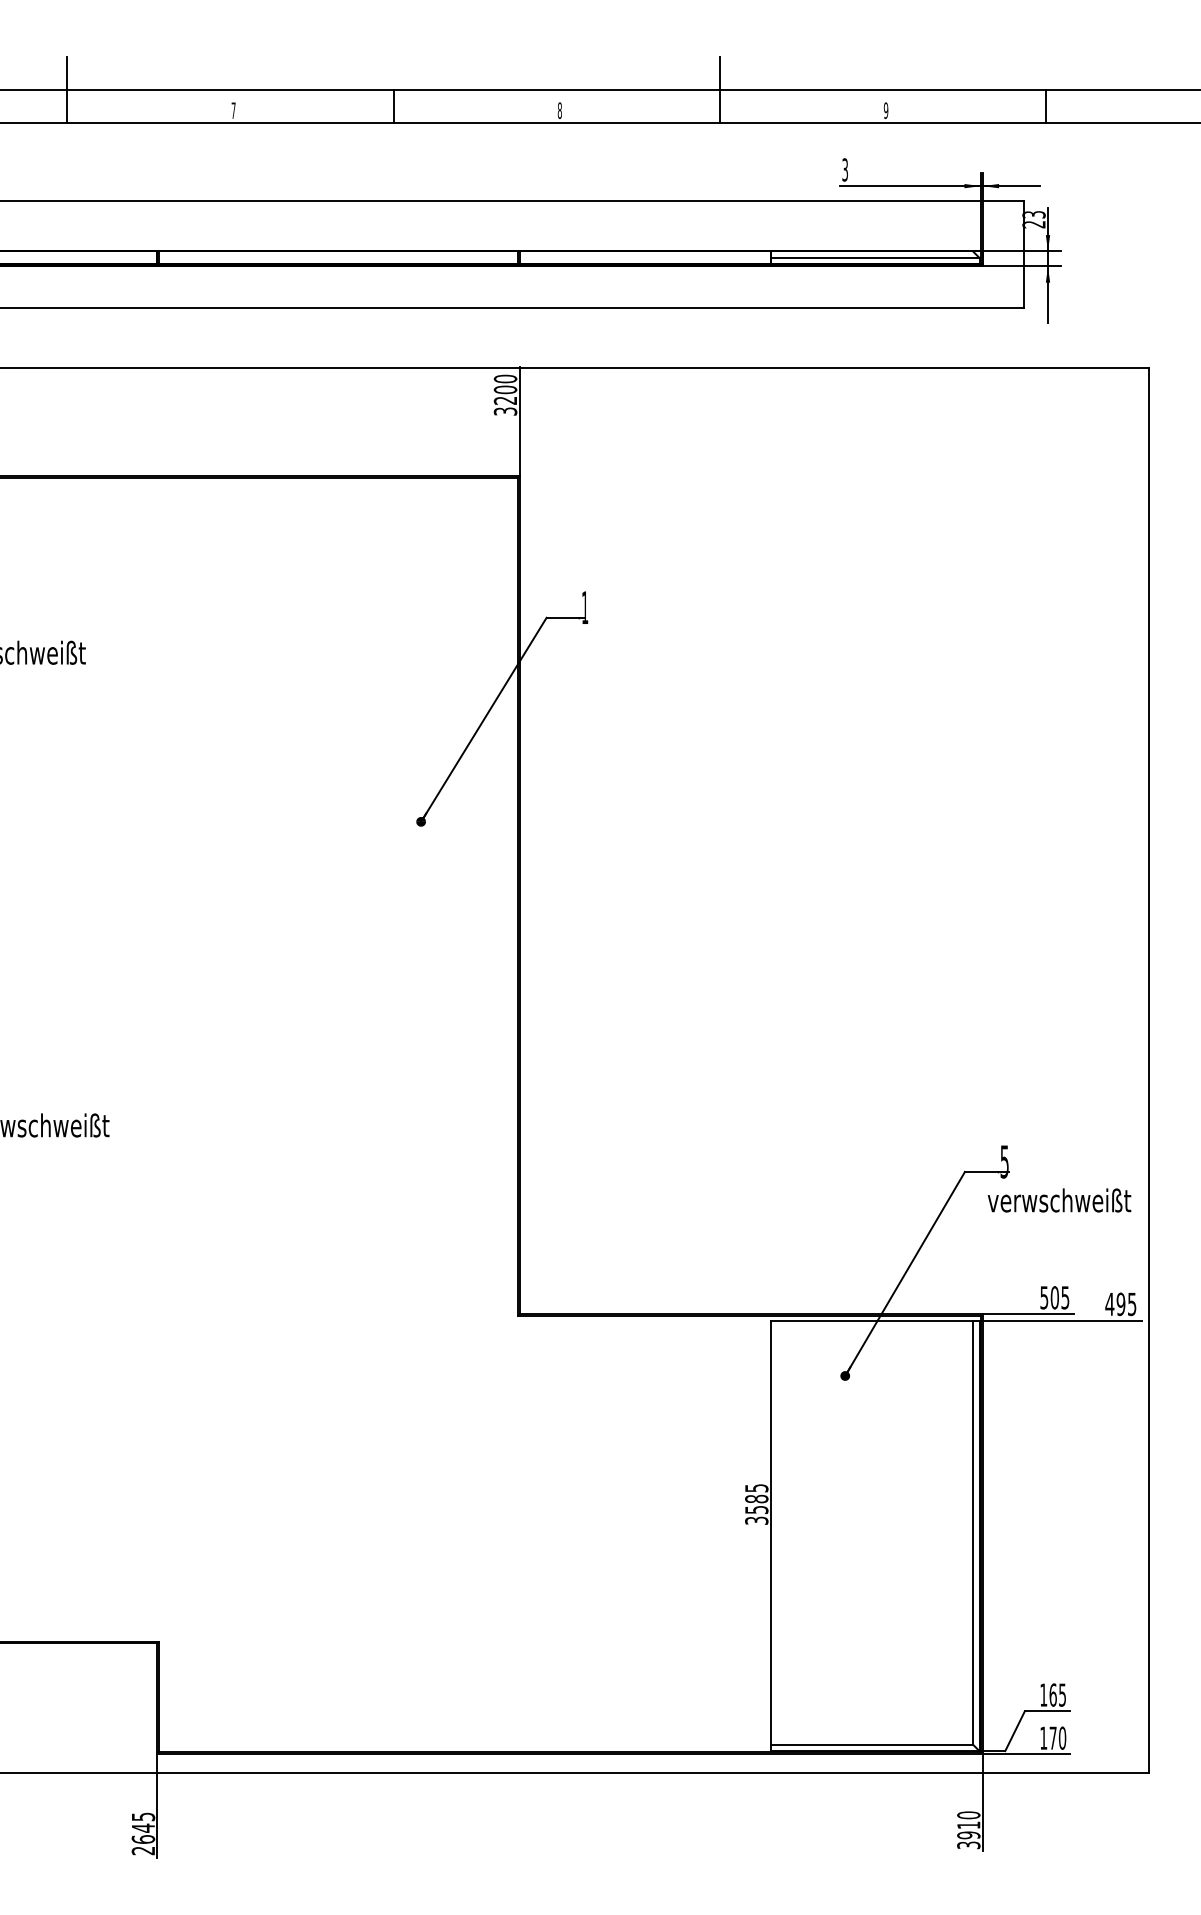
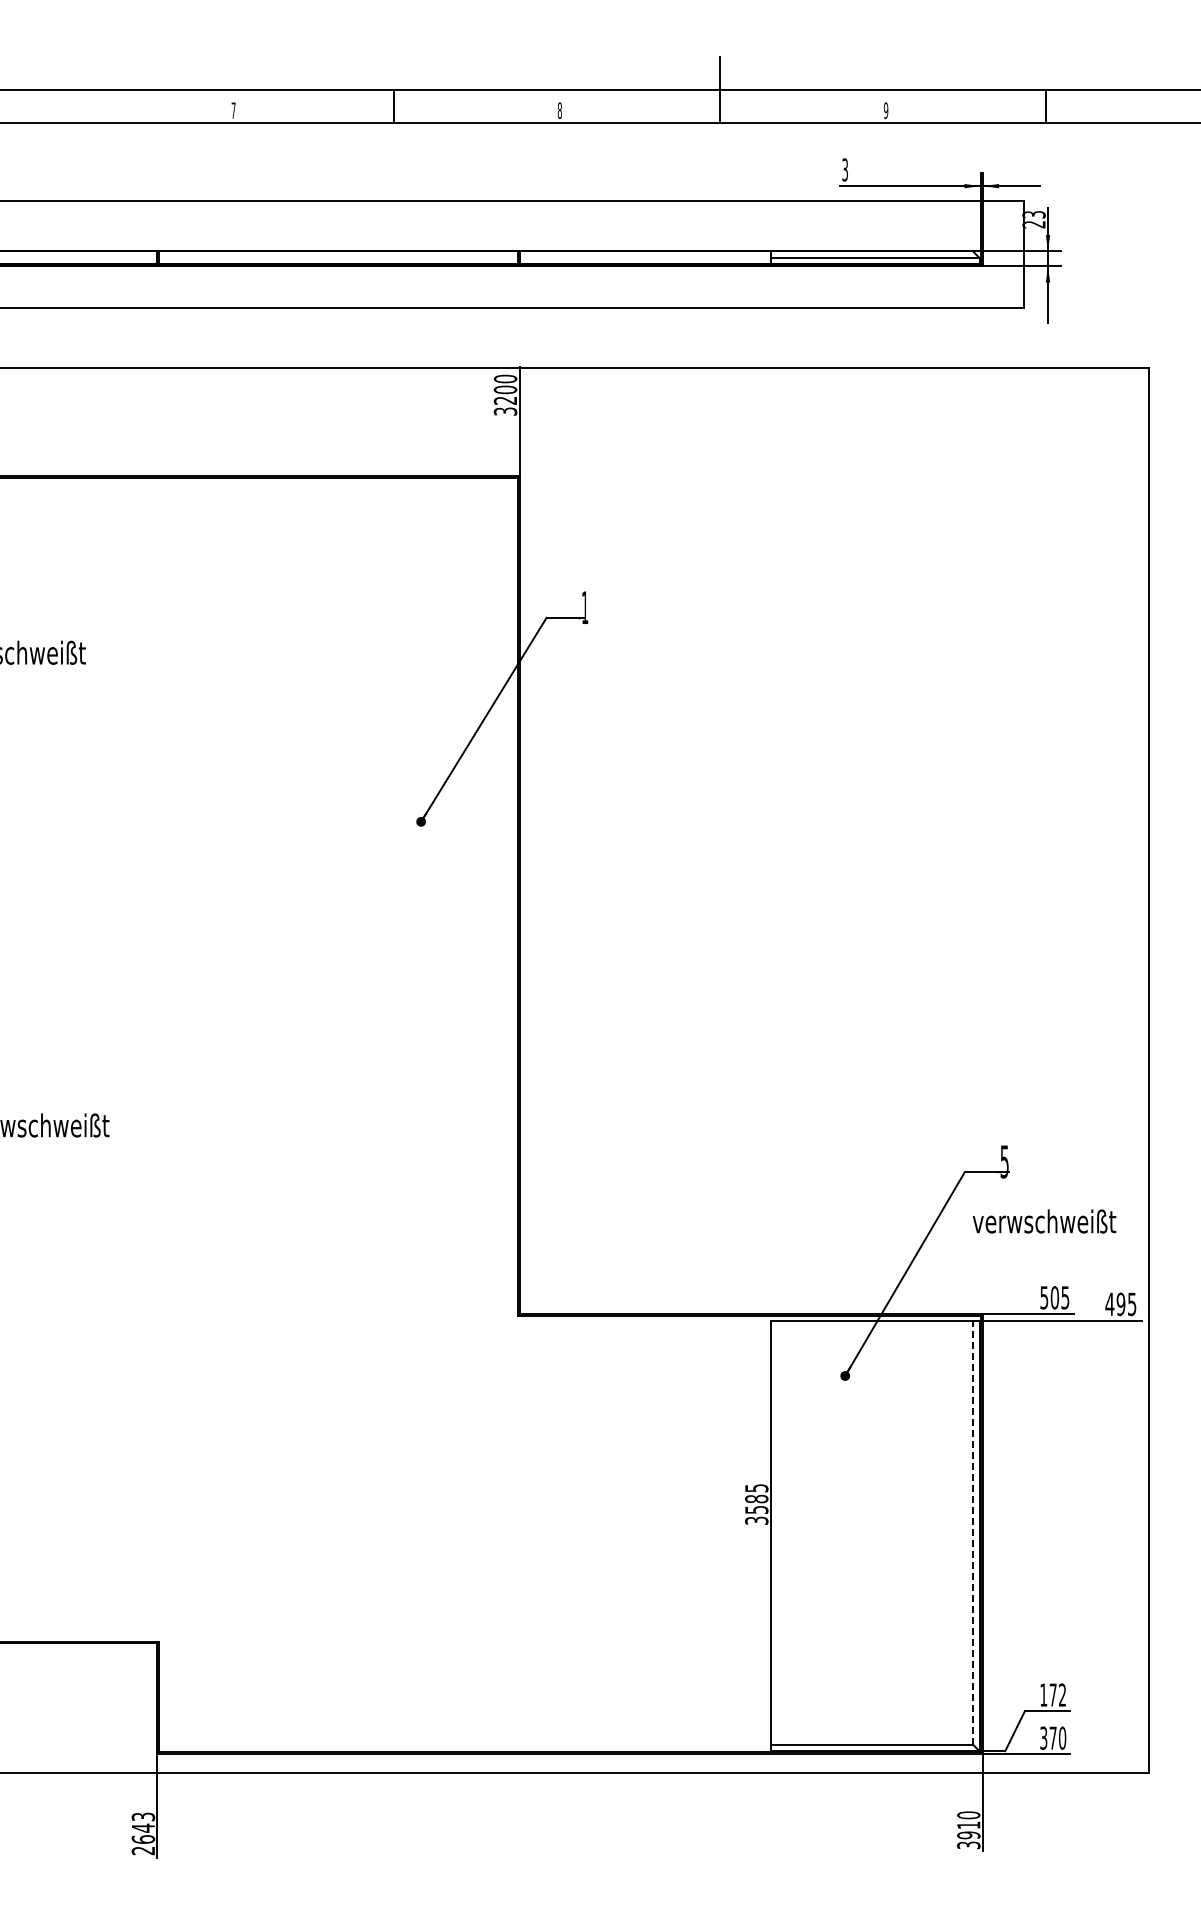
line at (67, 89): present -> none
text at (1059, 1200) position: (1059, 1200) -> (1044, 1221)
line at (972, 1532): solid -> dashed
text at (1057, 1694): 165 -> 172
text at (1043, 1737): 170 -> 370
text at (142, 1816): 2645 -> 2643
